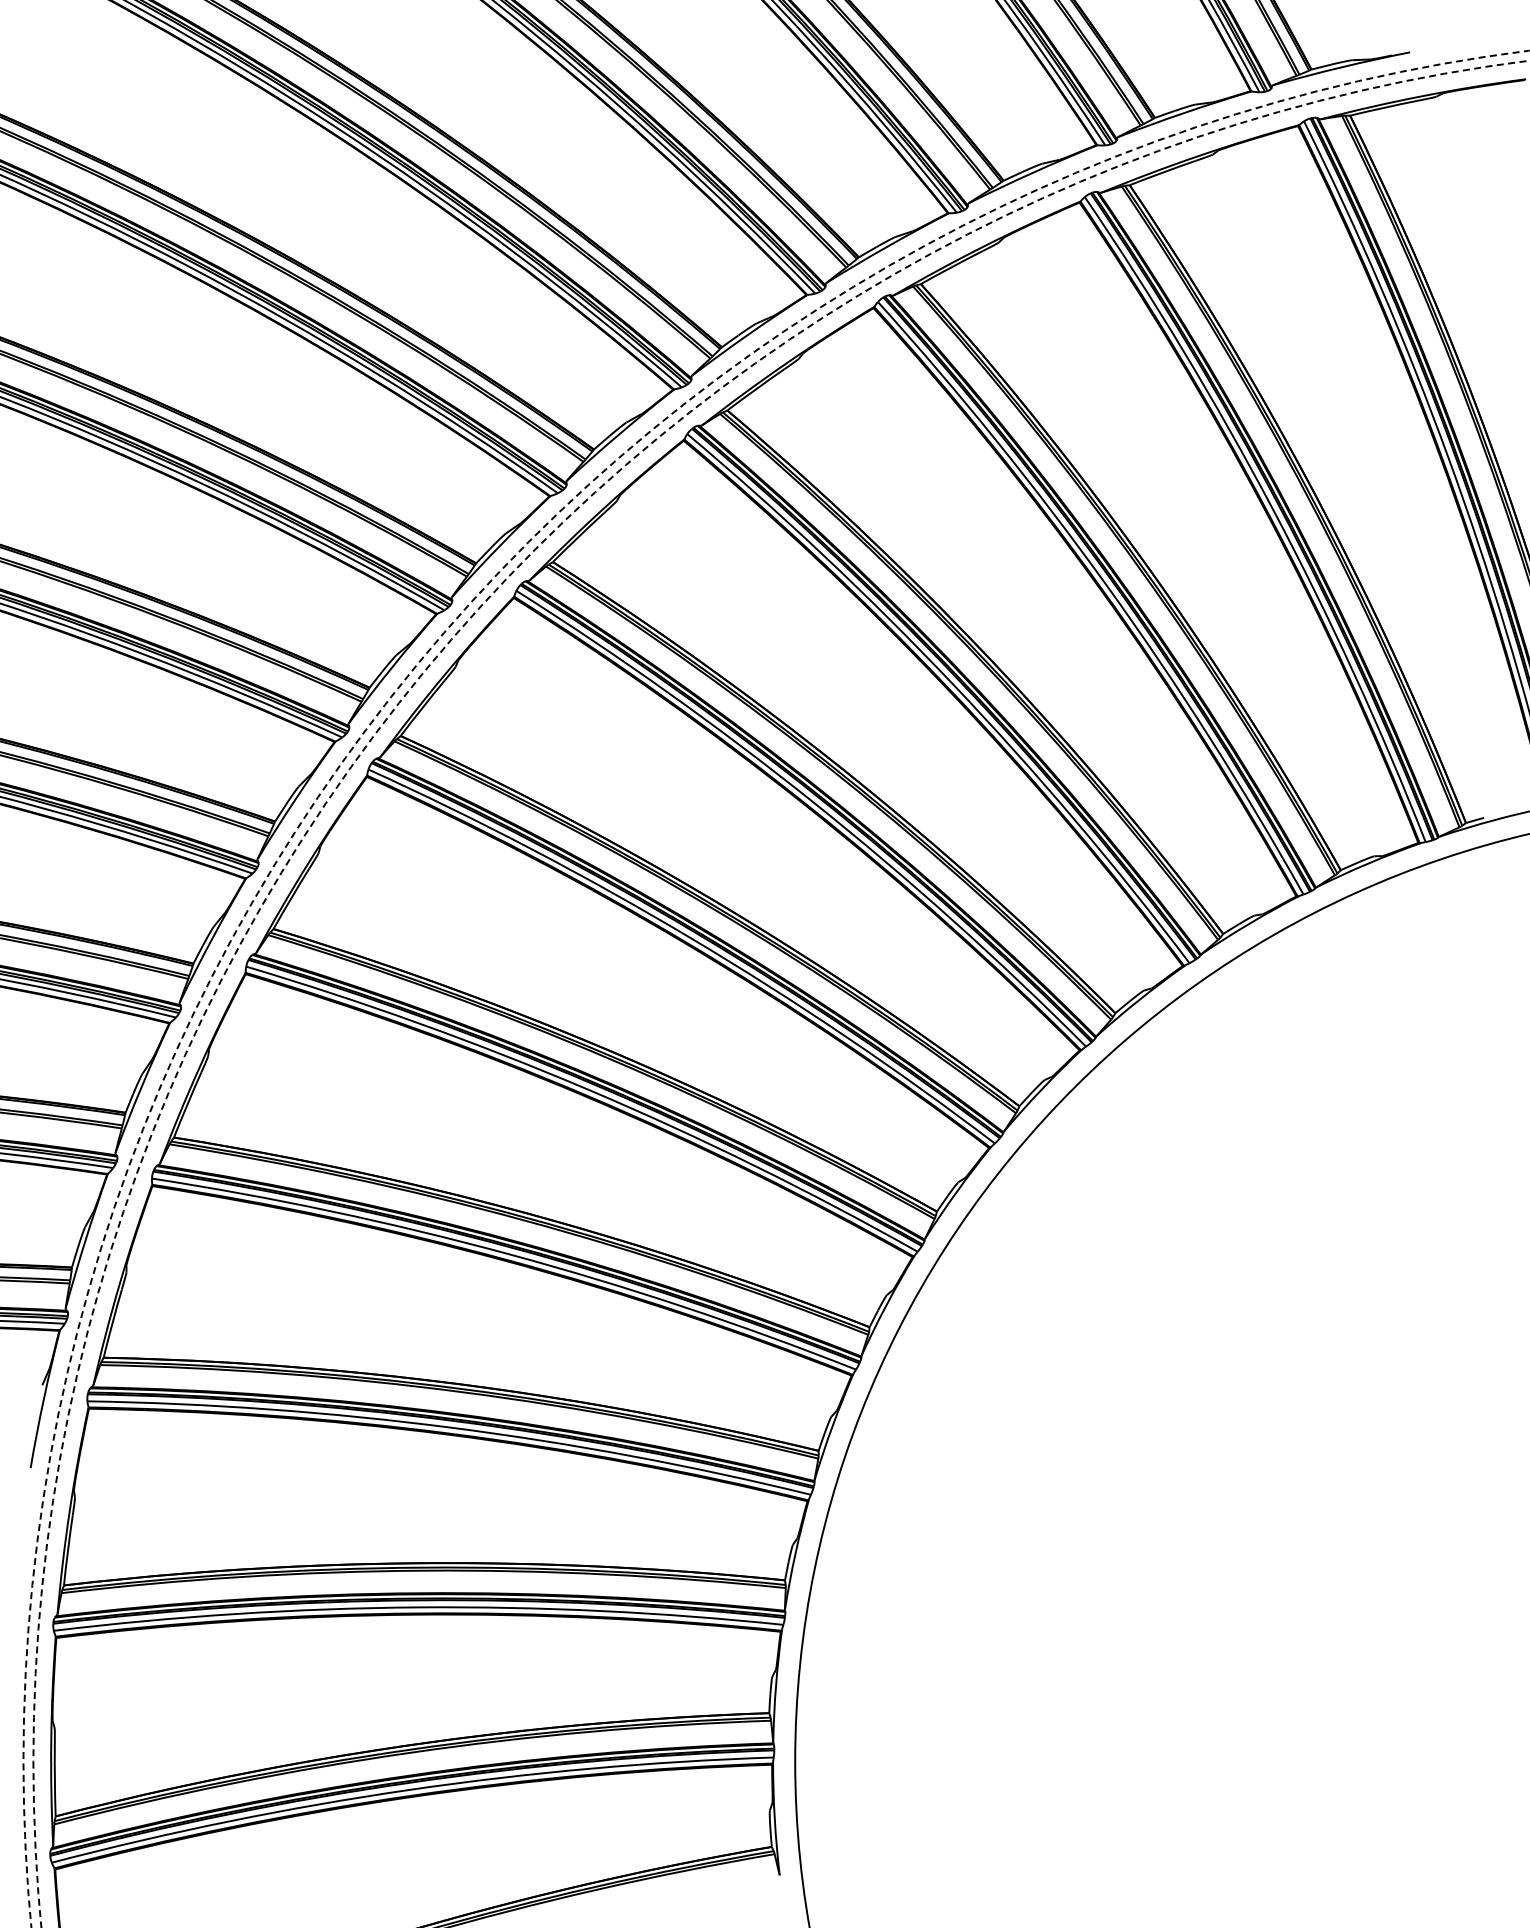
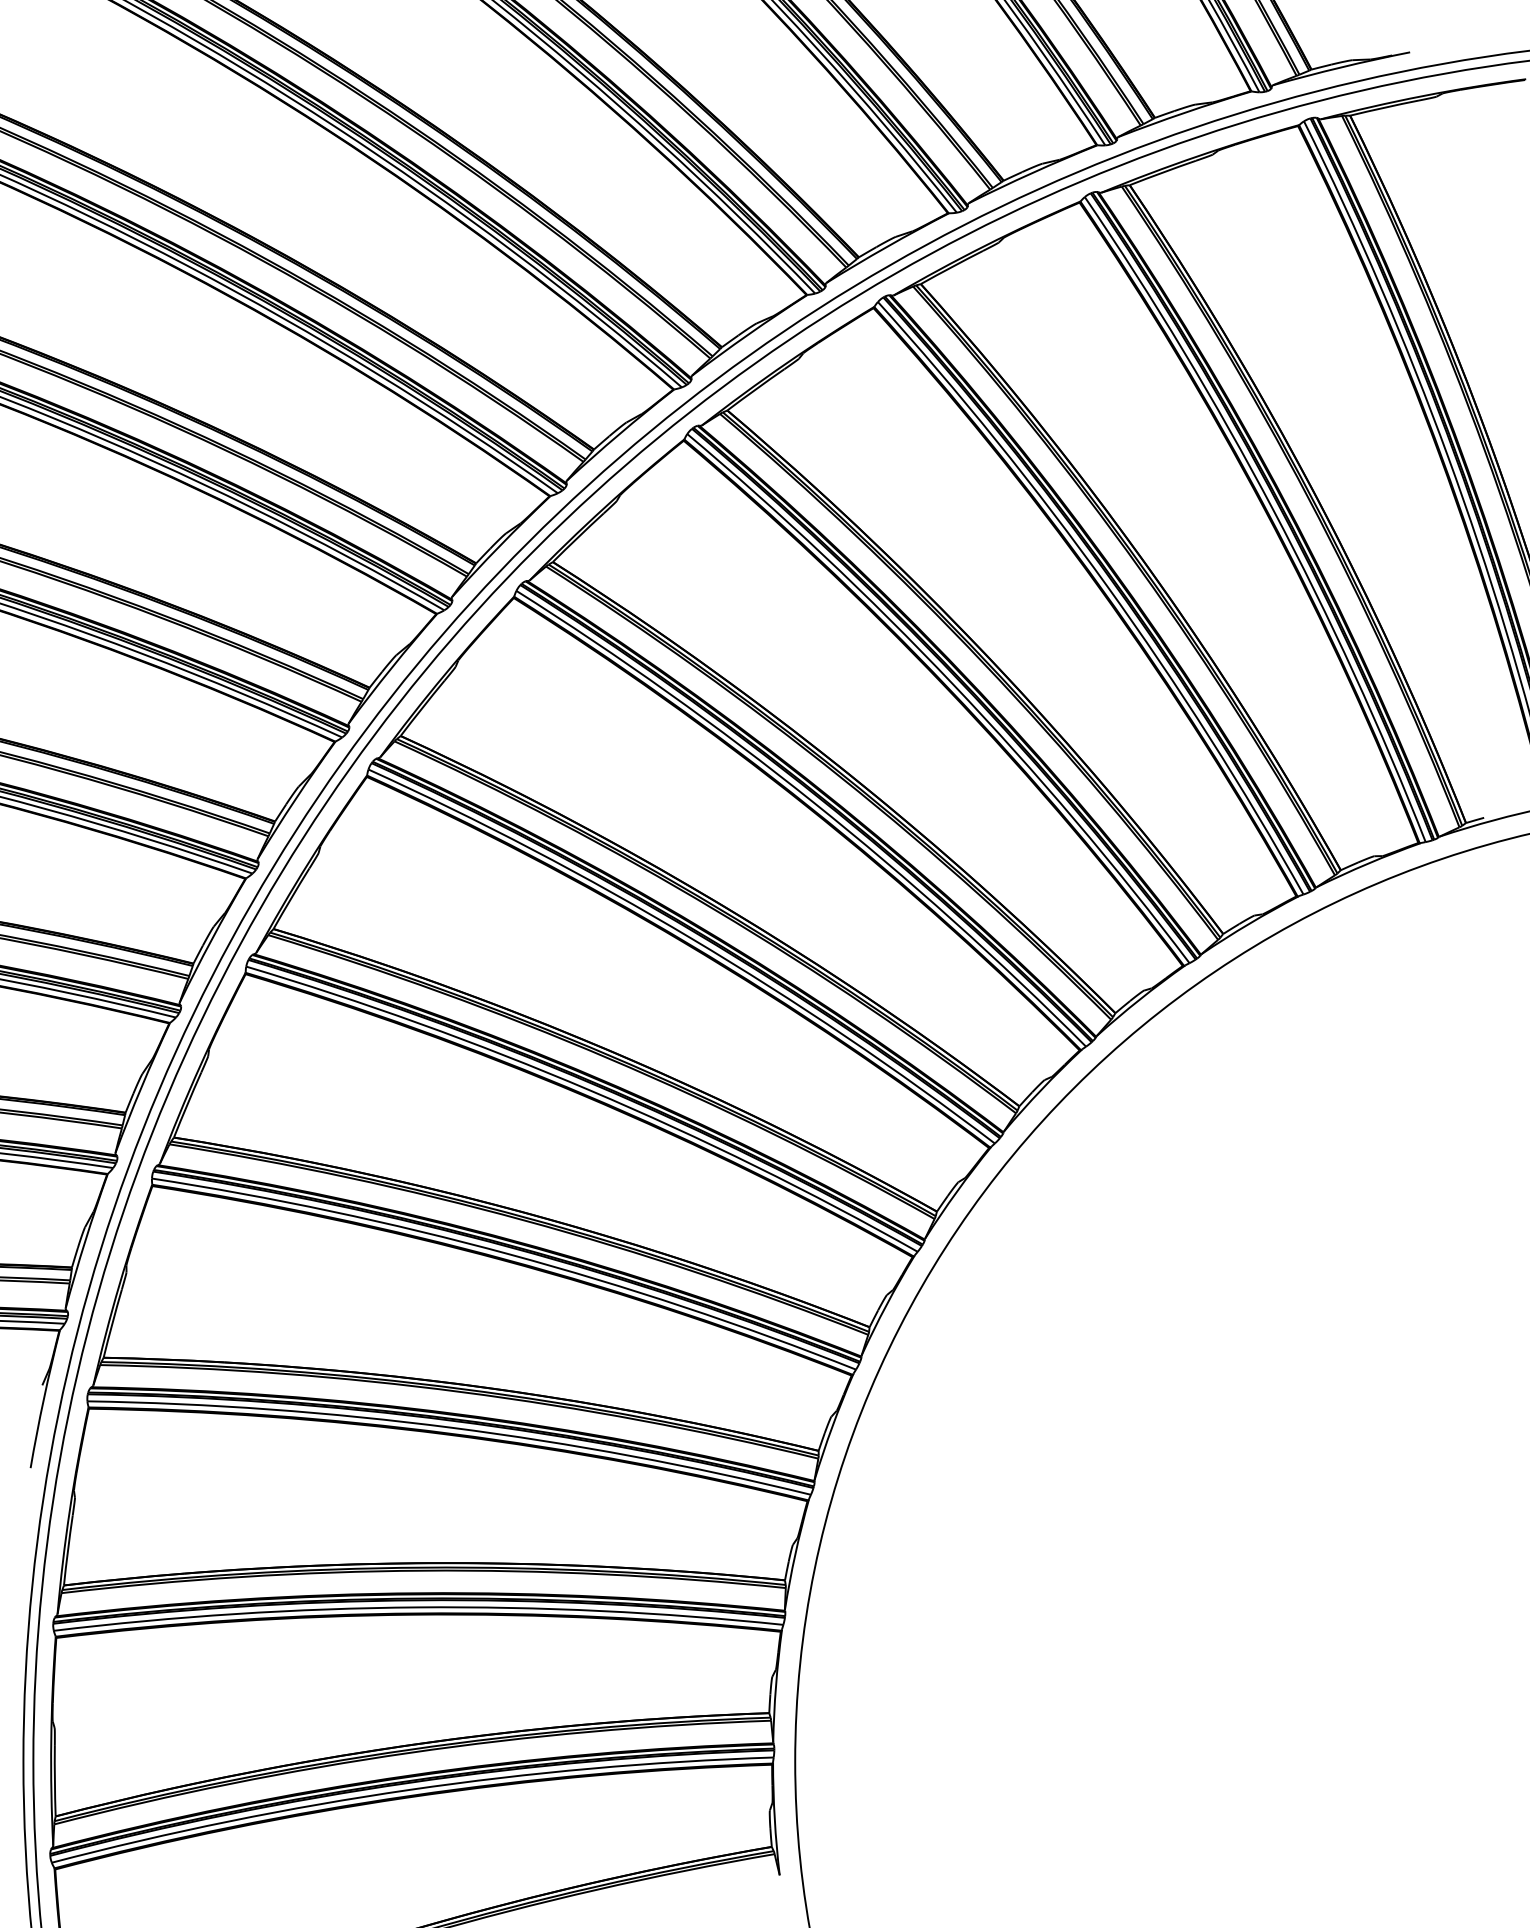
circle at (776, 988): dashed -> solid
circle at (781, 993): dashed -> solid
